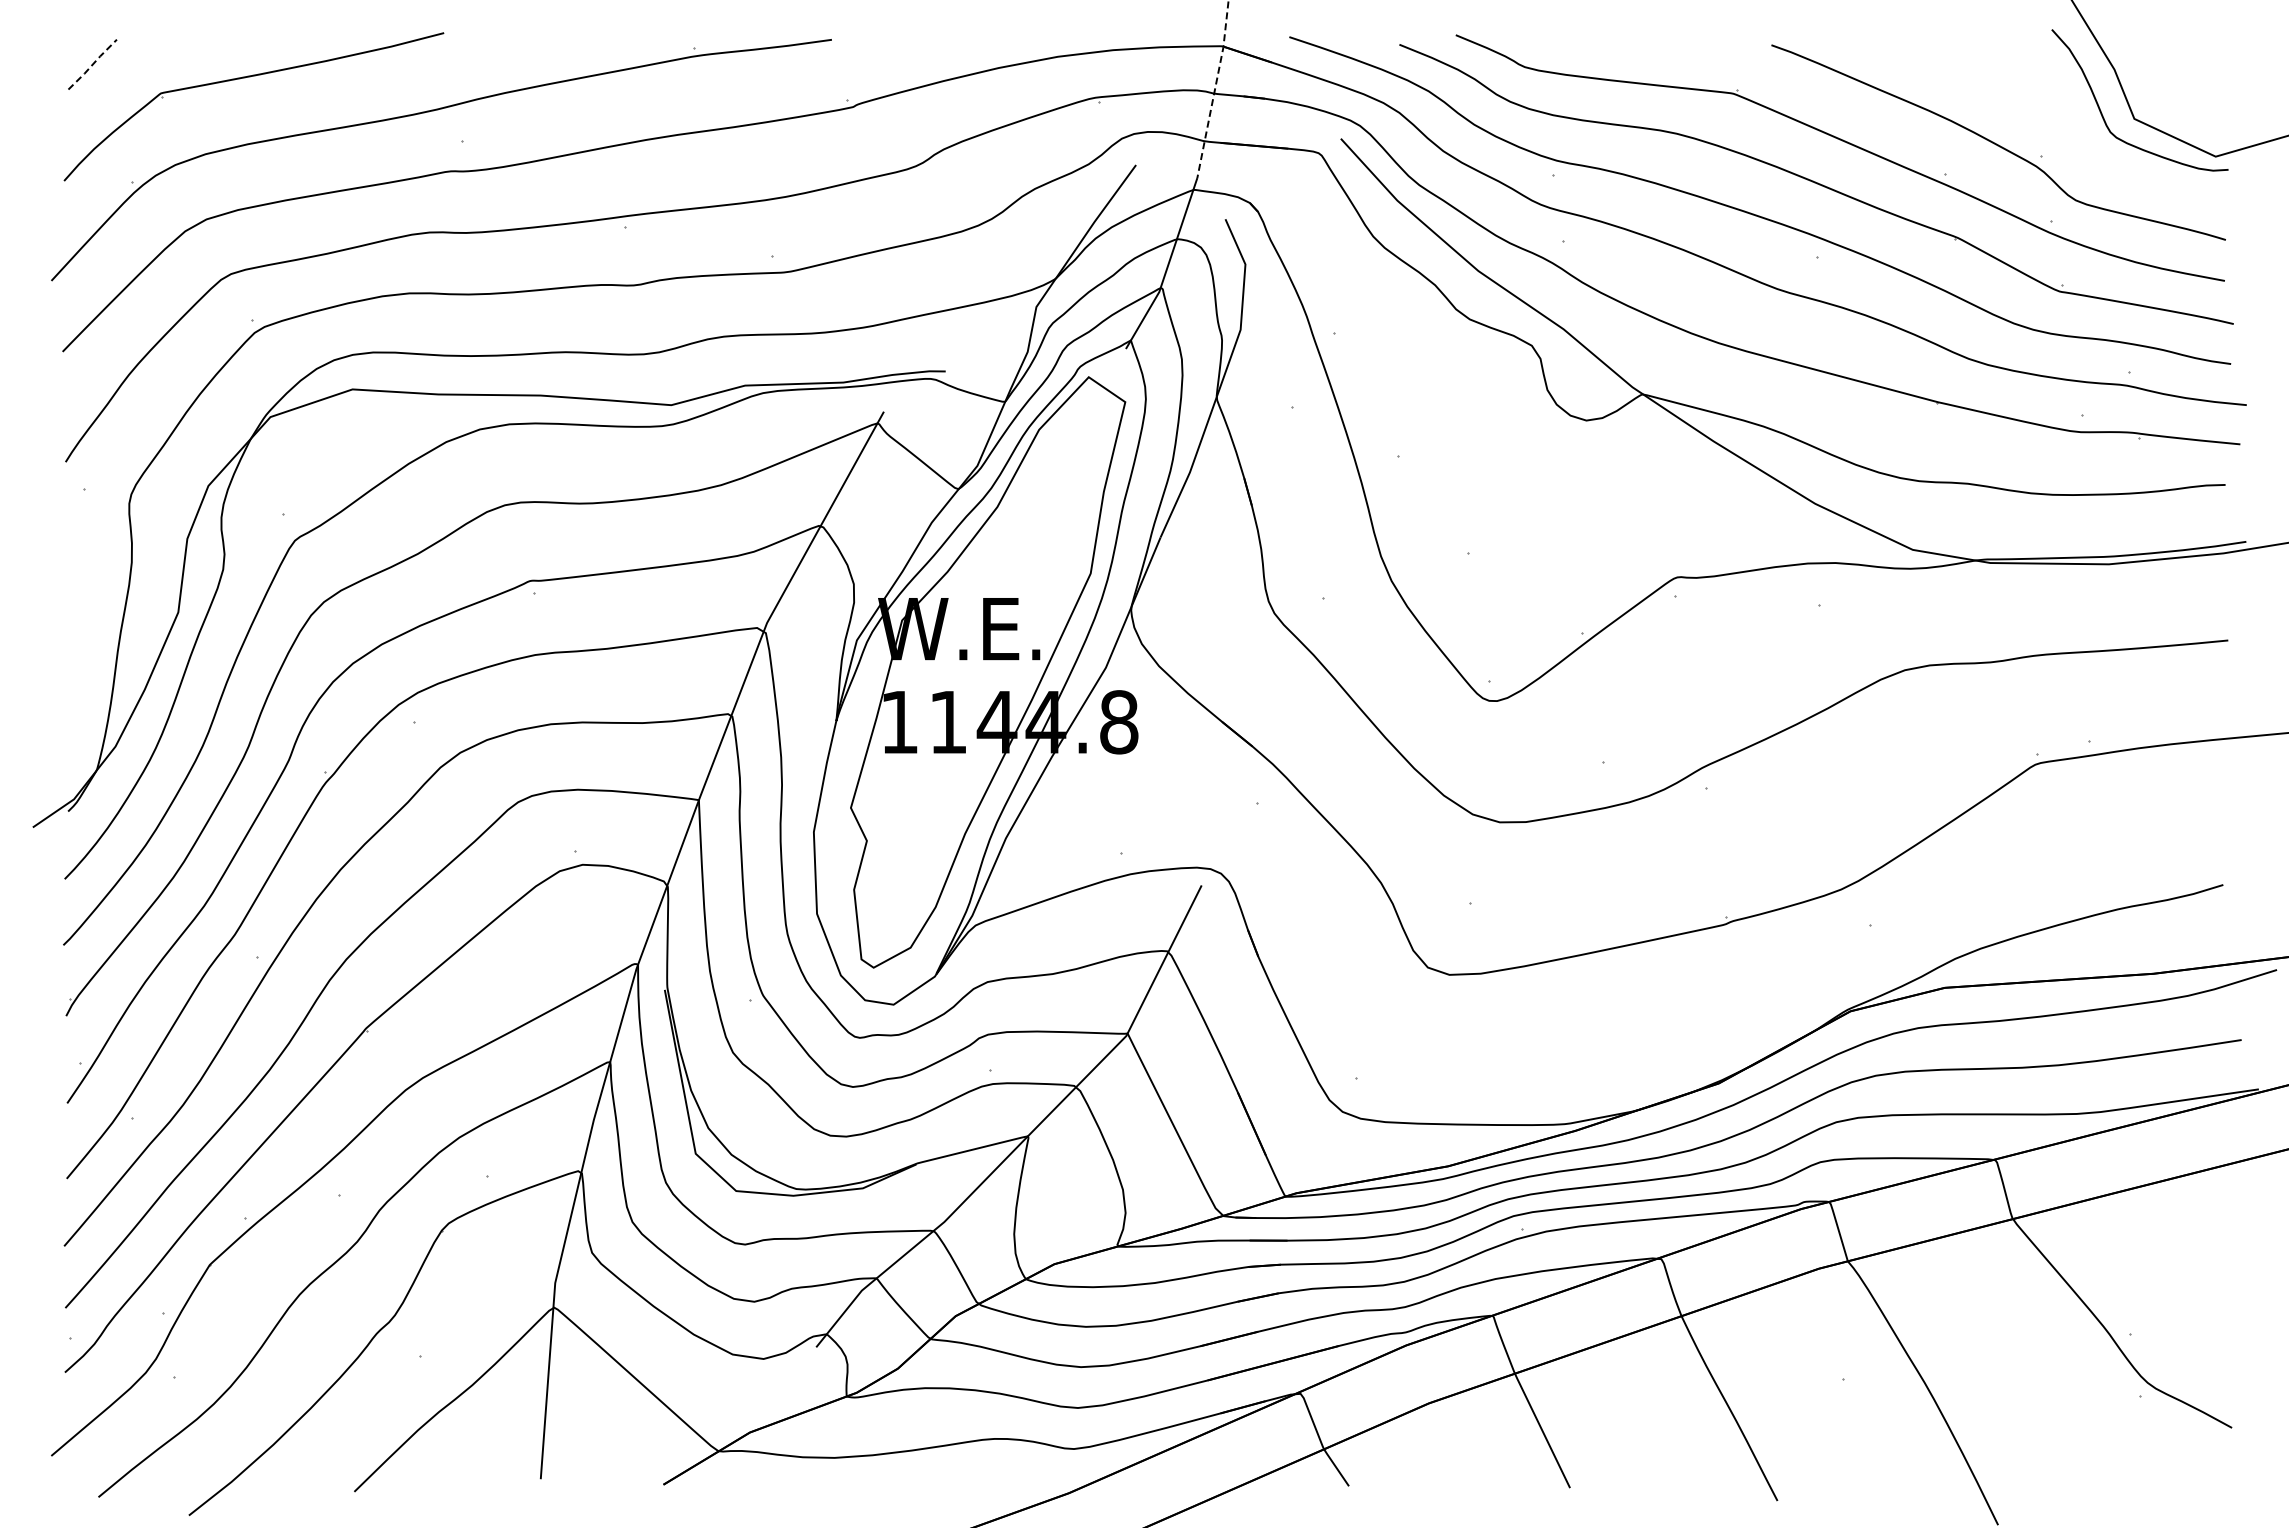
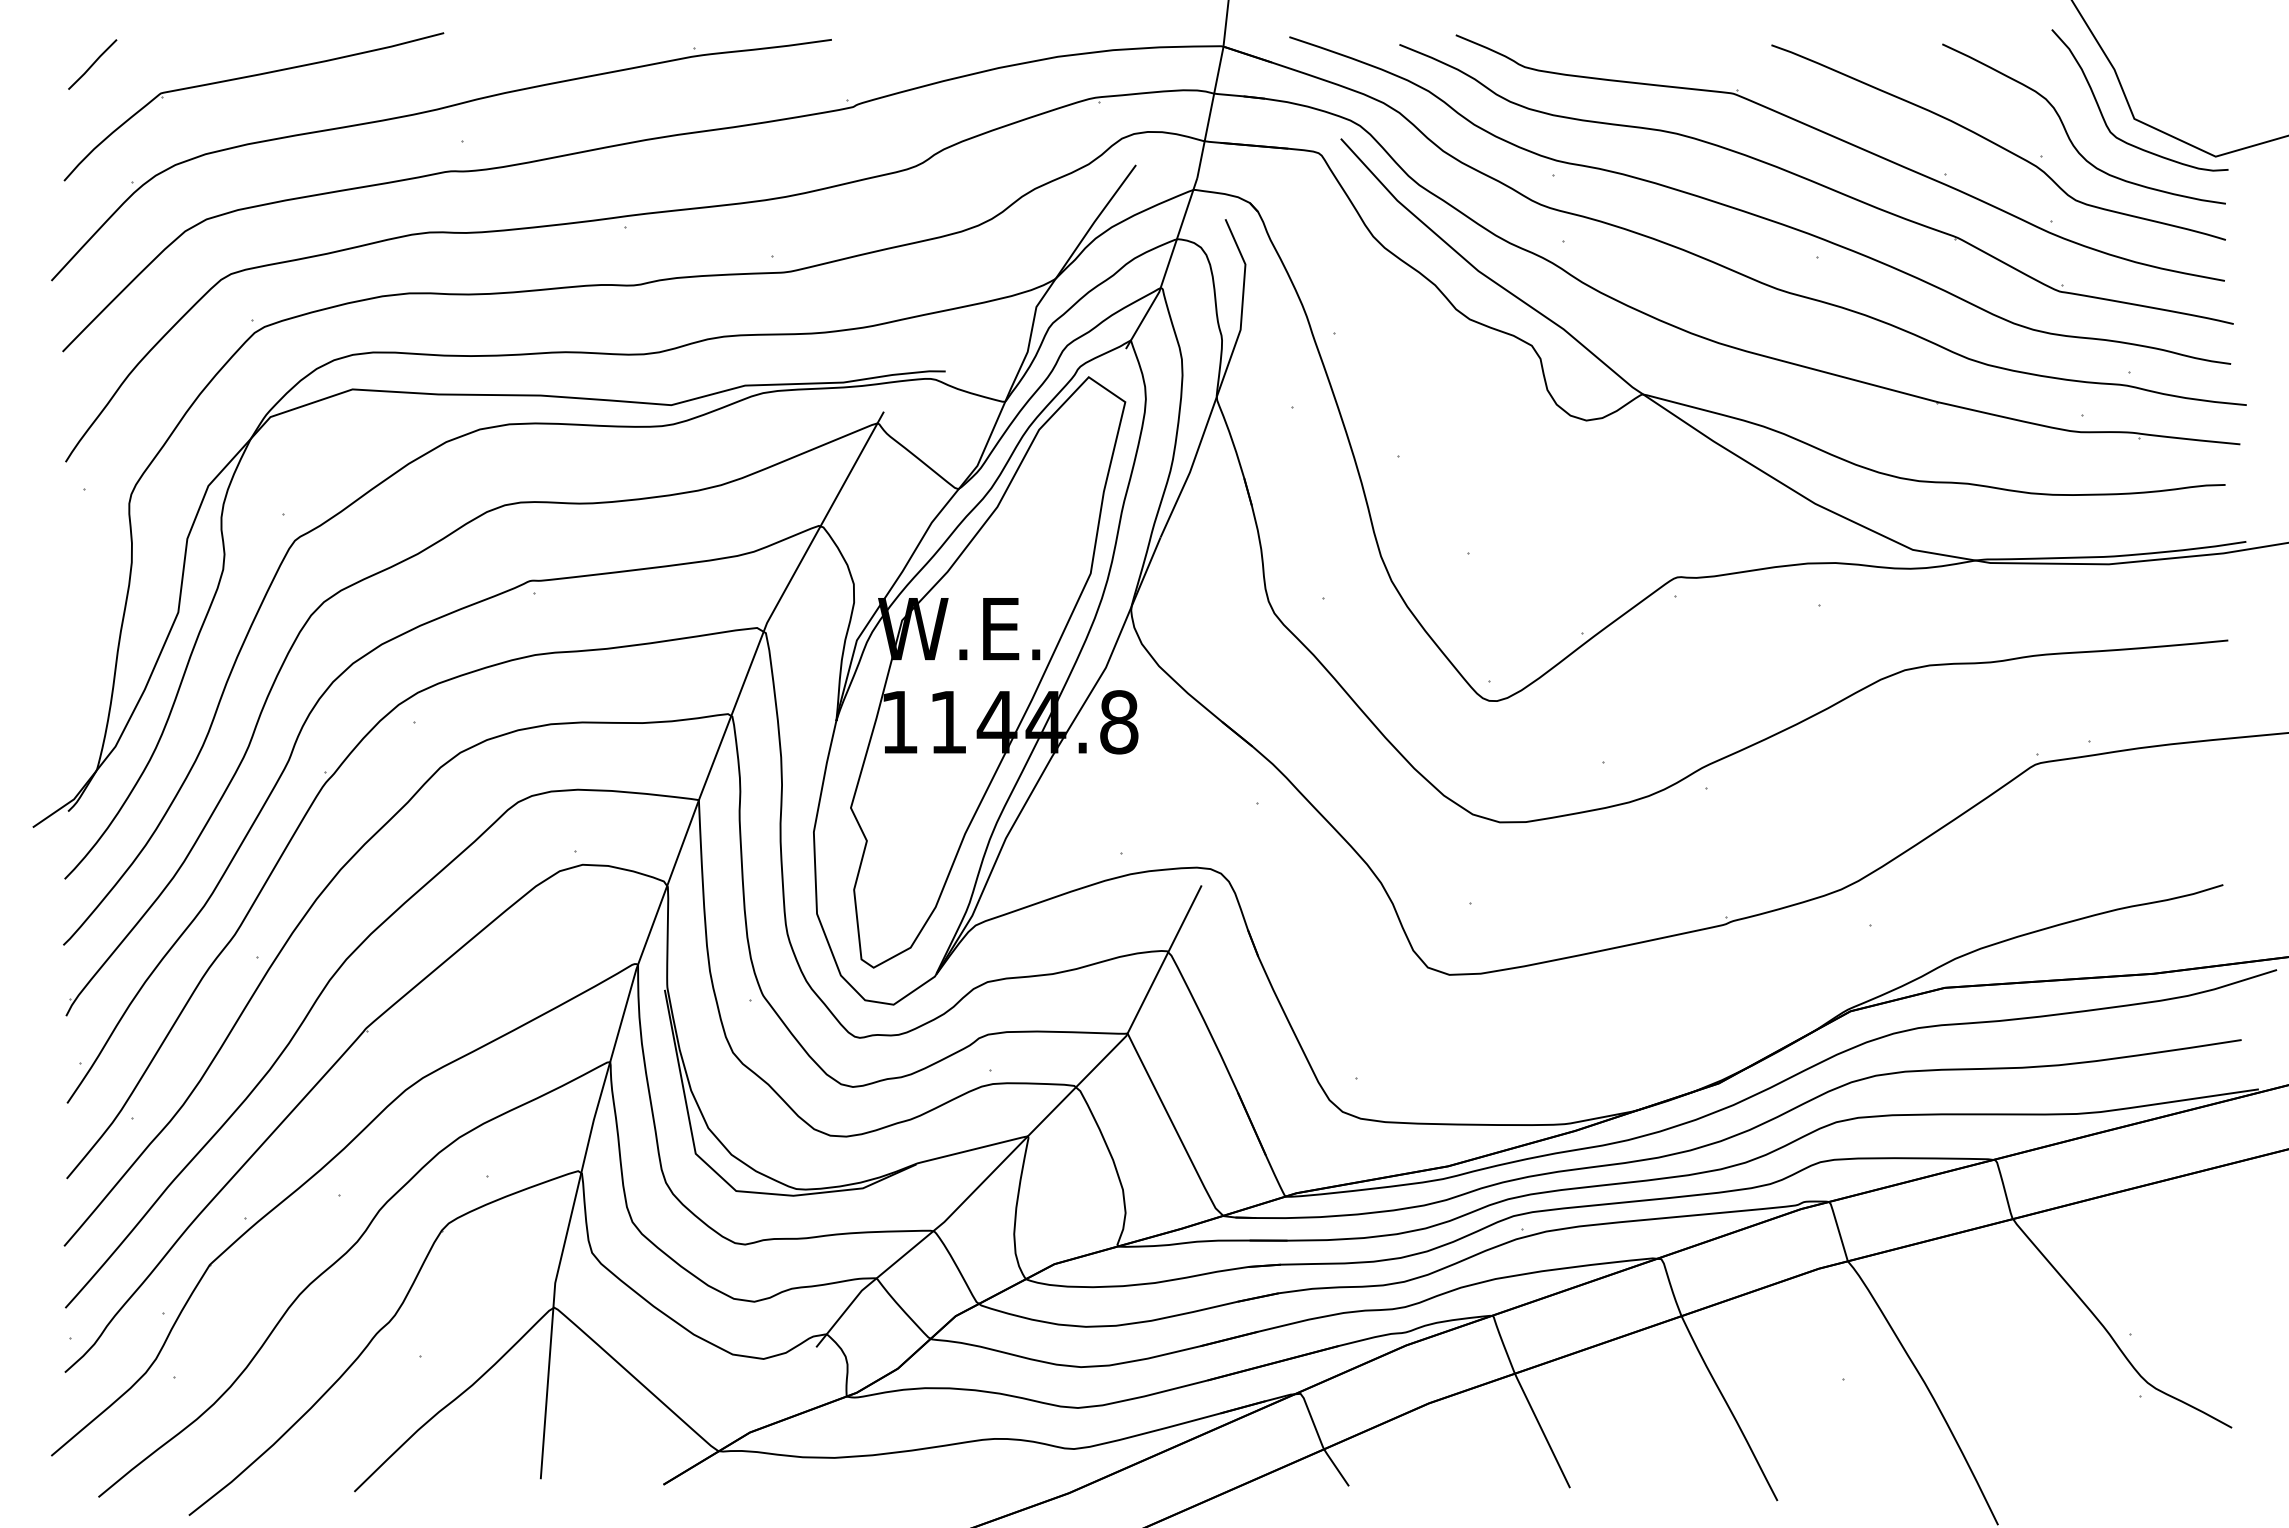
line at (92, 64): dashed -> solid
line at (1215, 89): dashed -> solid
curve at (2066, 129): none -> present
